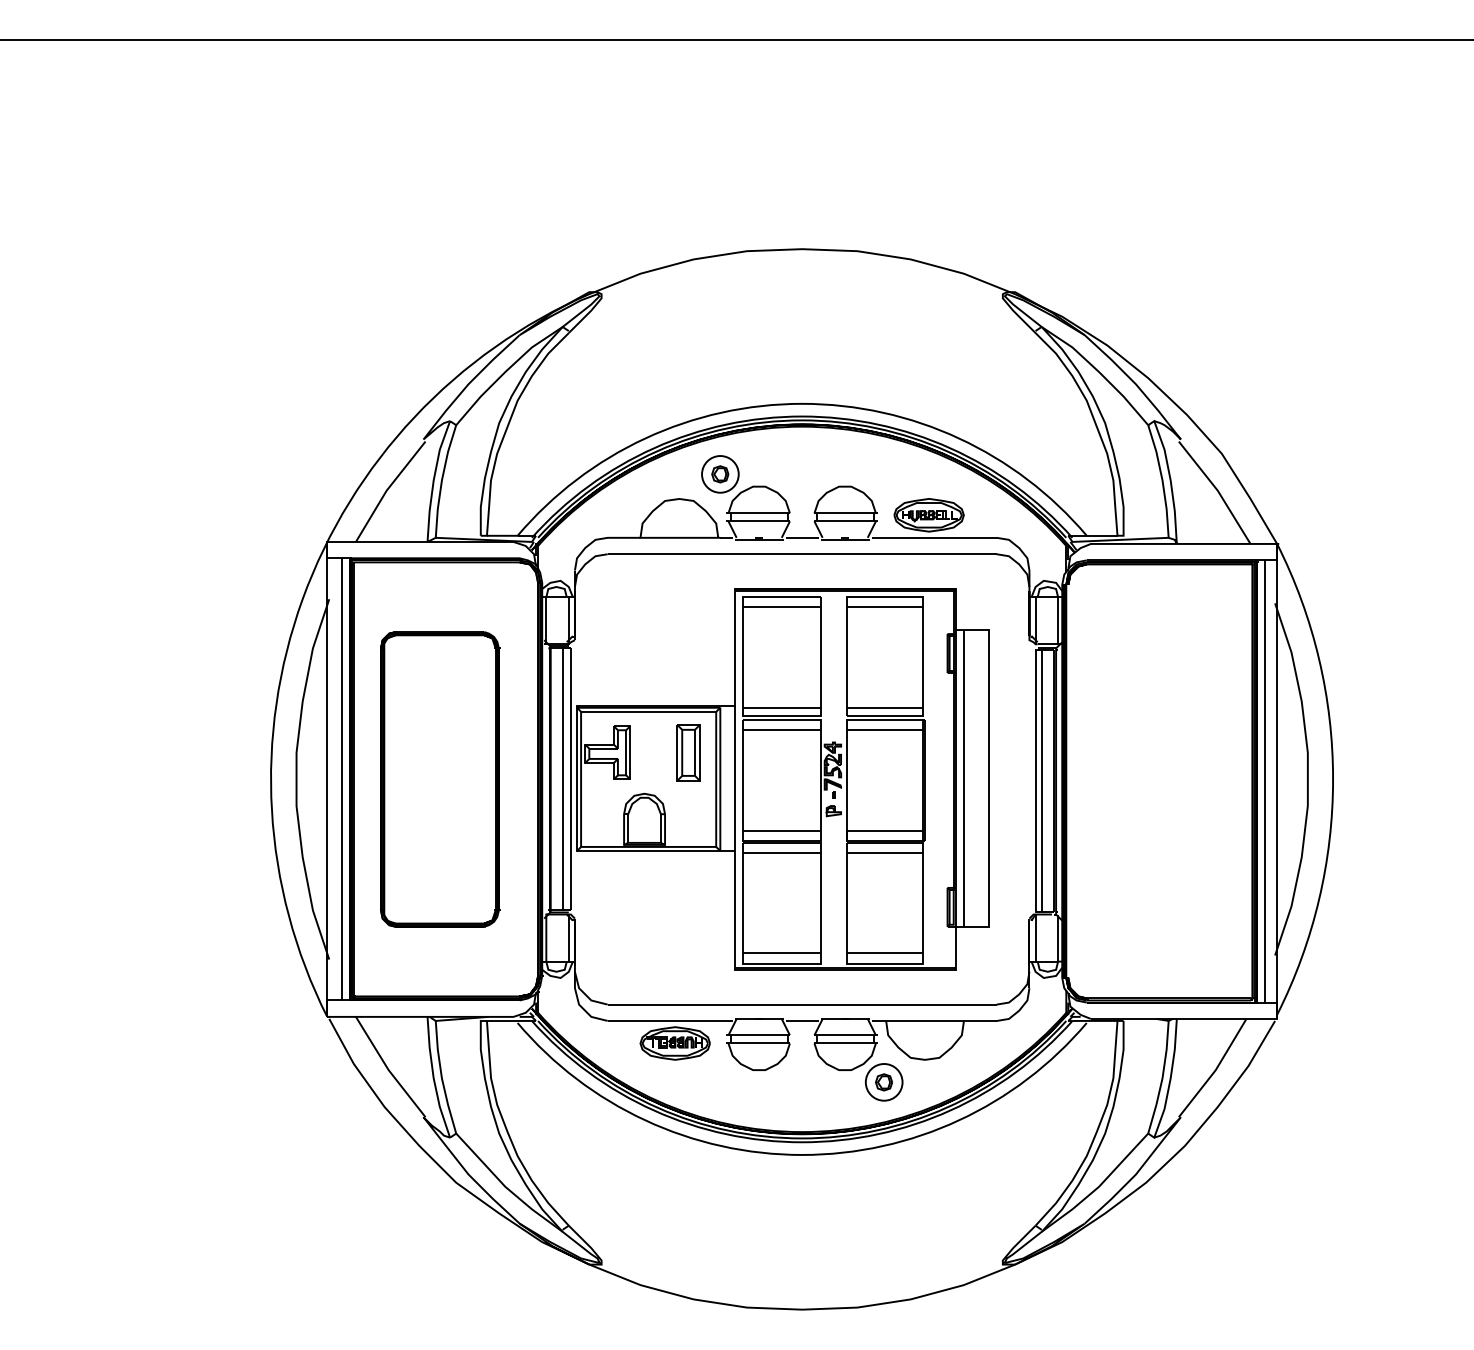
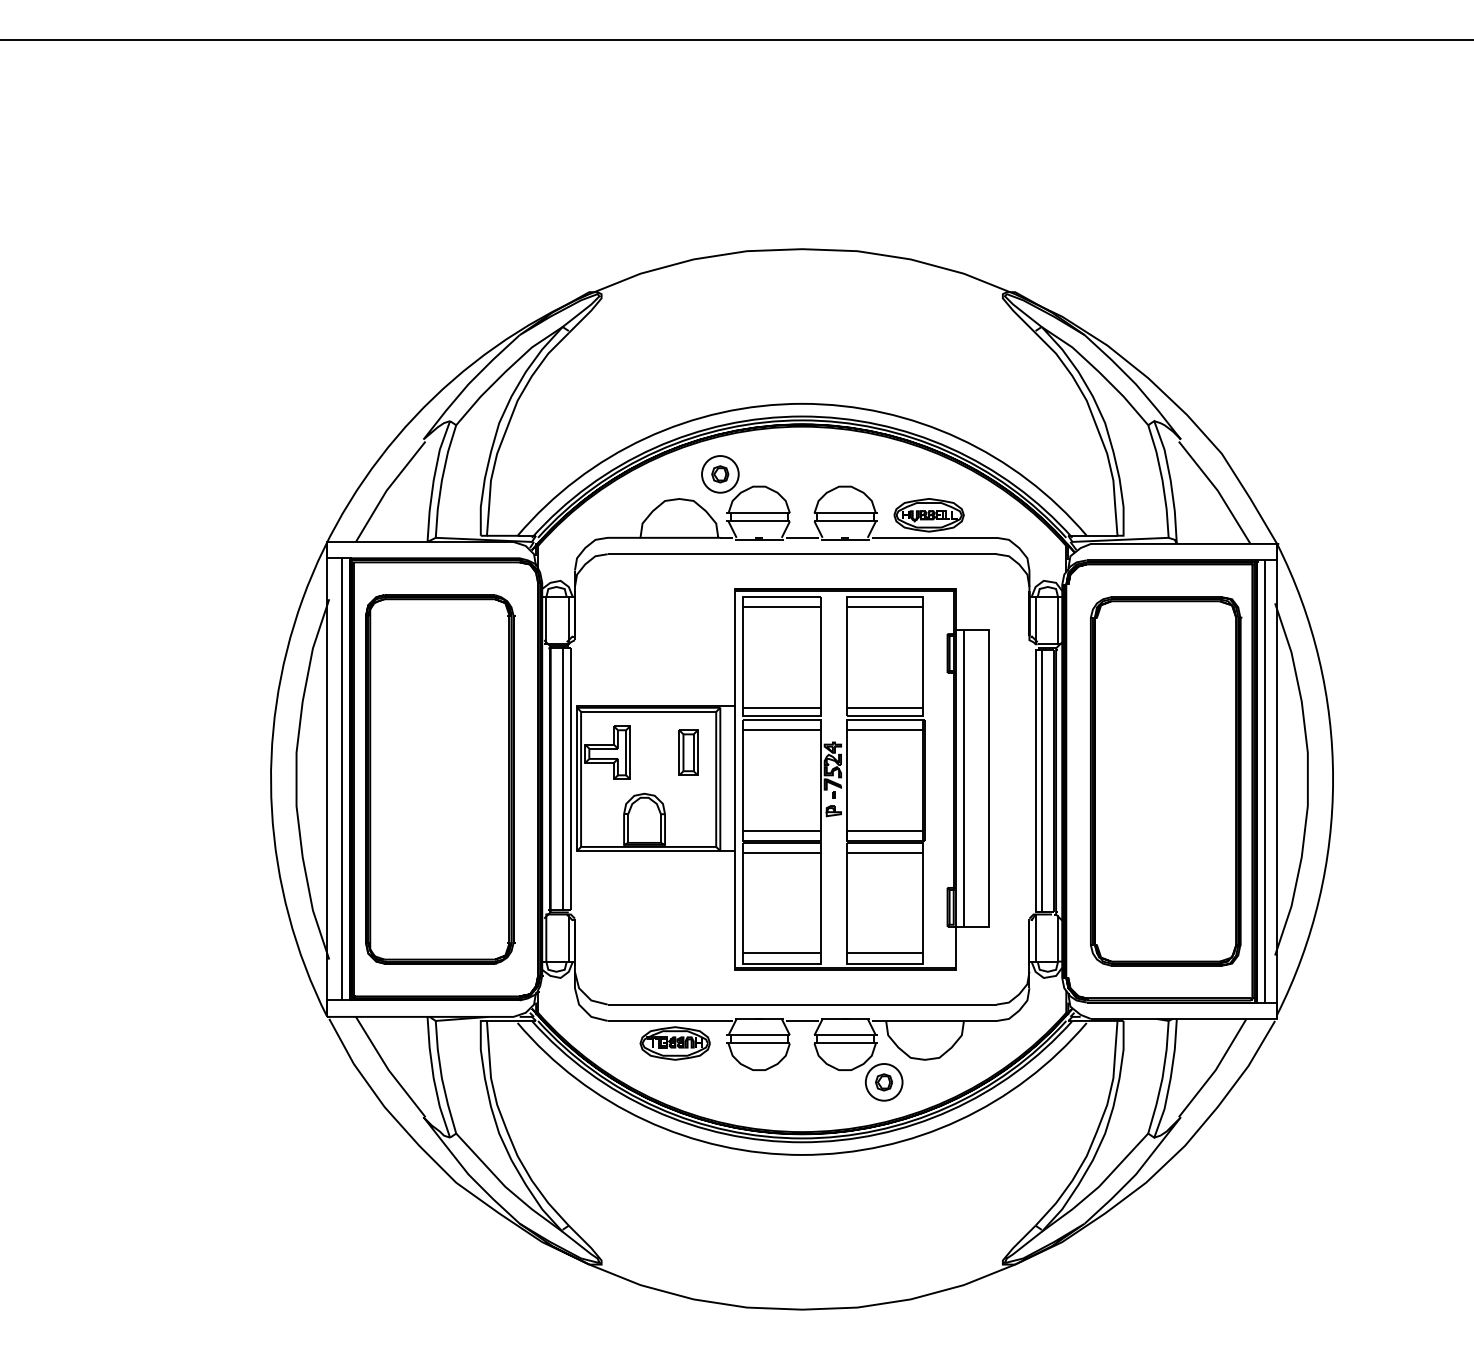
part at (688, 752) size: 25x58 px -> 21x47 px
part at (440, 779) size: 121x297 px -> 151x371 px
part at (1166, 781): none -> present
